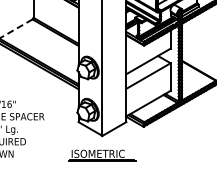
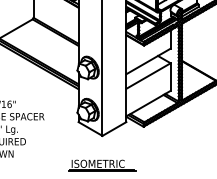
line at (16, 28): dashed -> solid
part at (102, 155) position: (102, 155) -> (102, 165)
